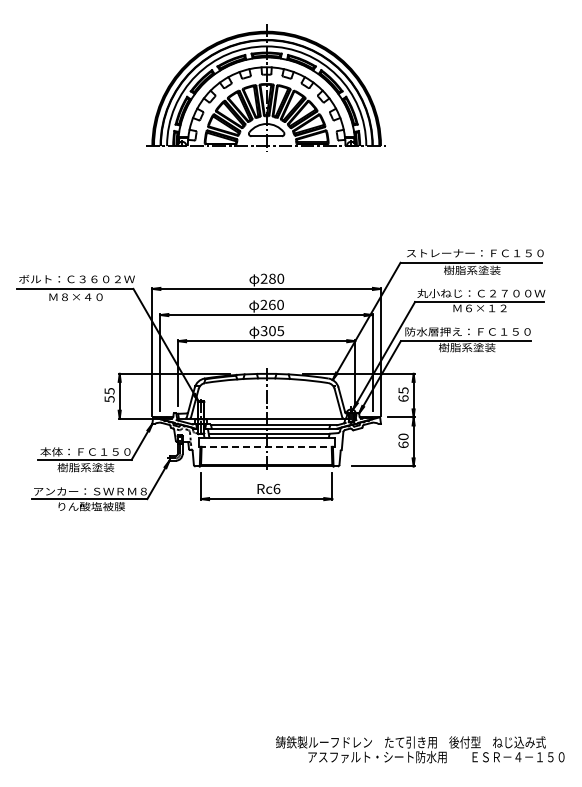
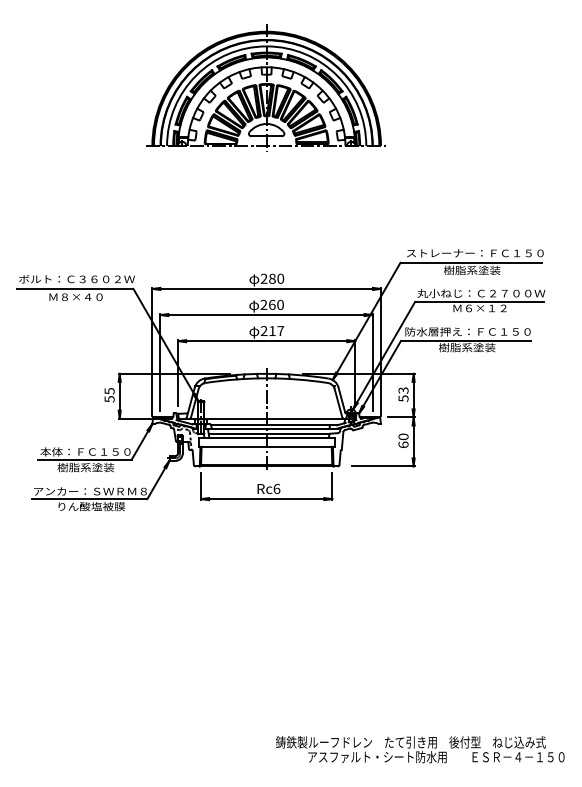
text at (272, 331): 305 -> 217
text at (403, 394): 65 -> 53
line at (267, 446): dashed -> solid
